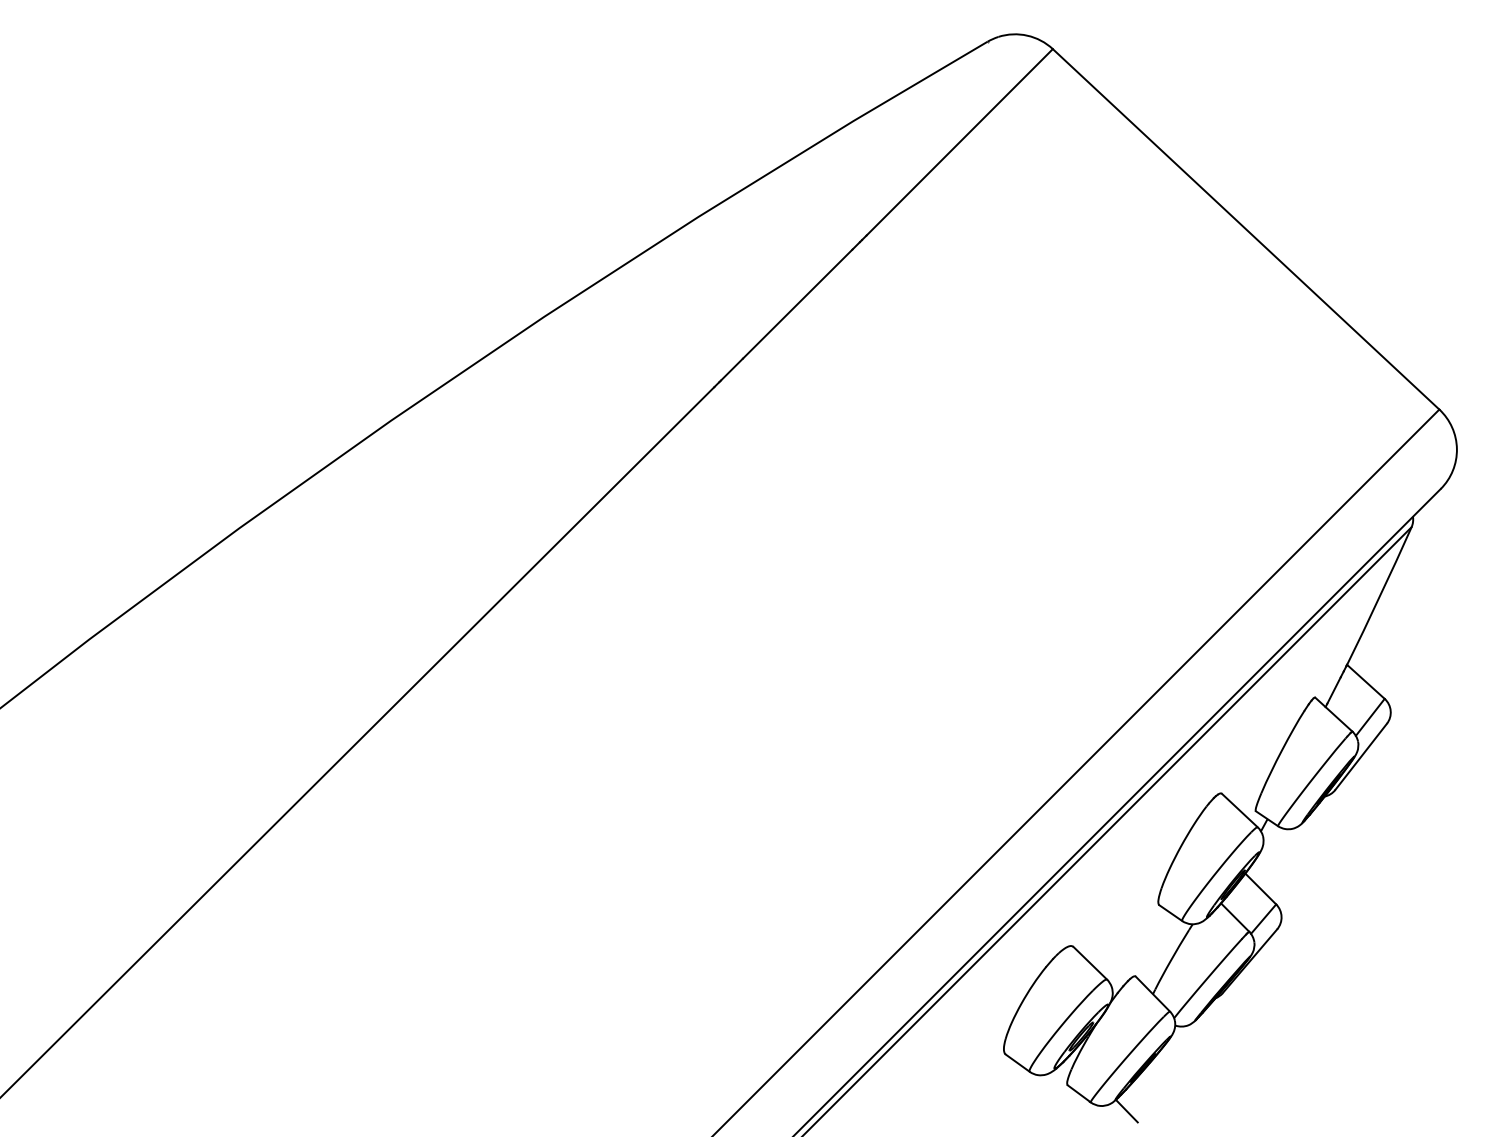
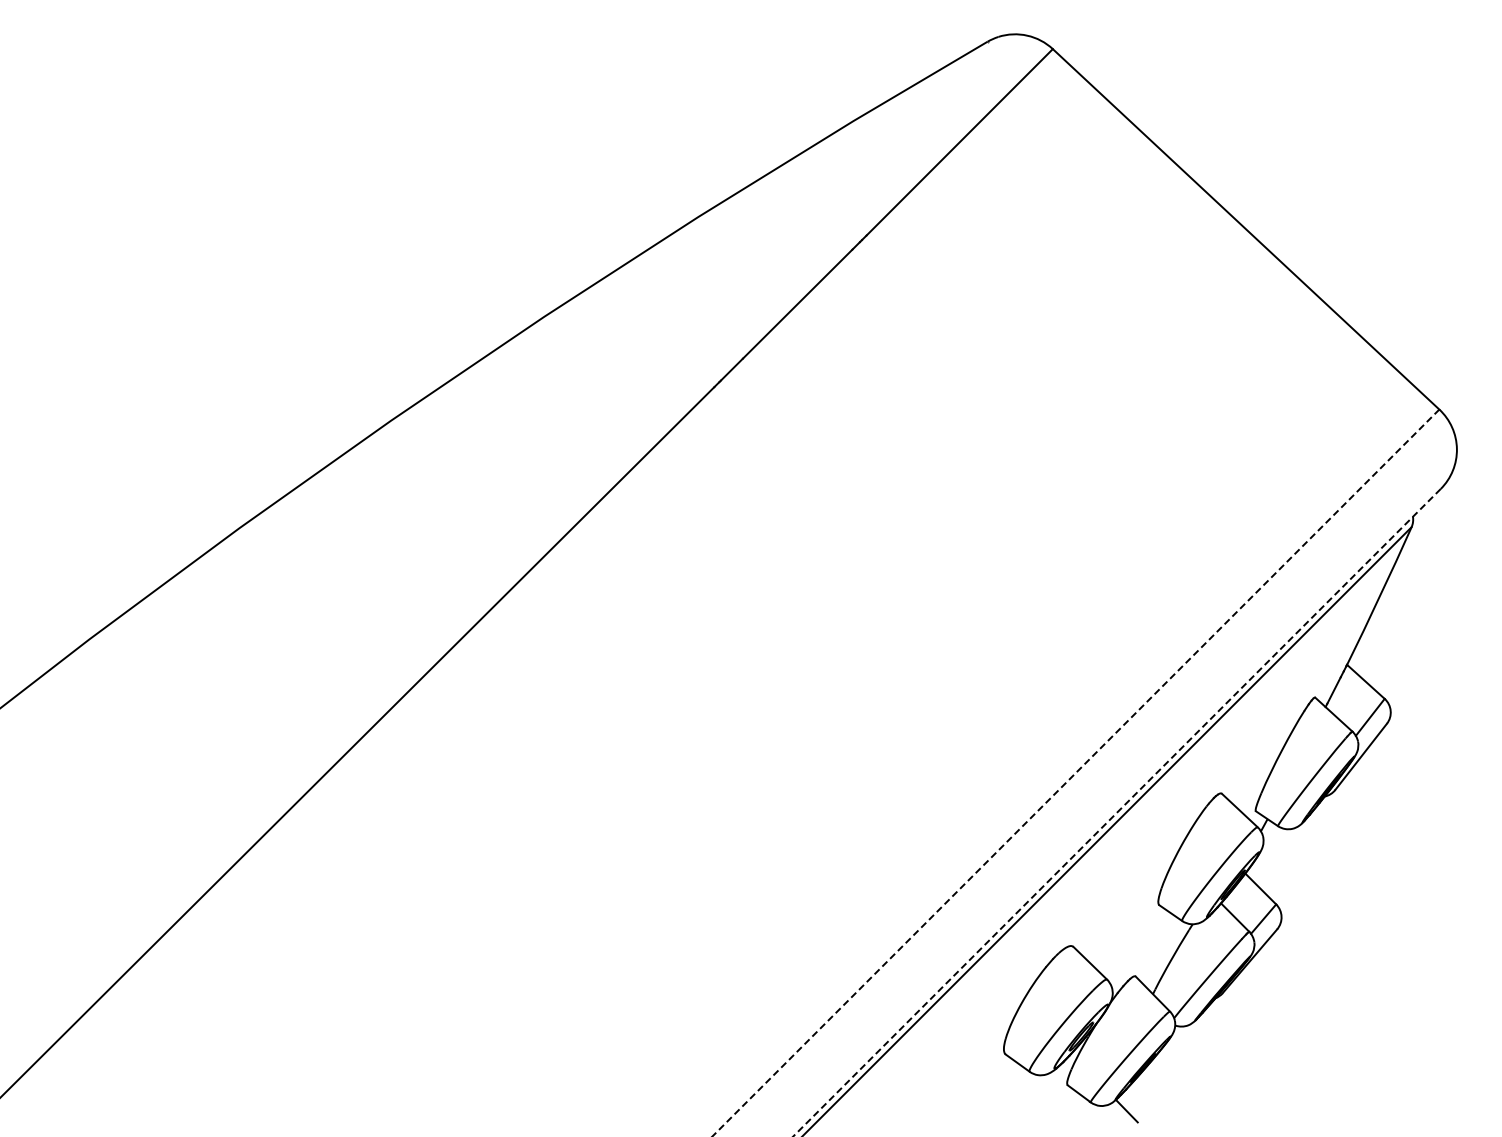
line at (1075, 772): solid -> dashed
line at (1116, 812): solid -> dashed
